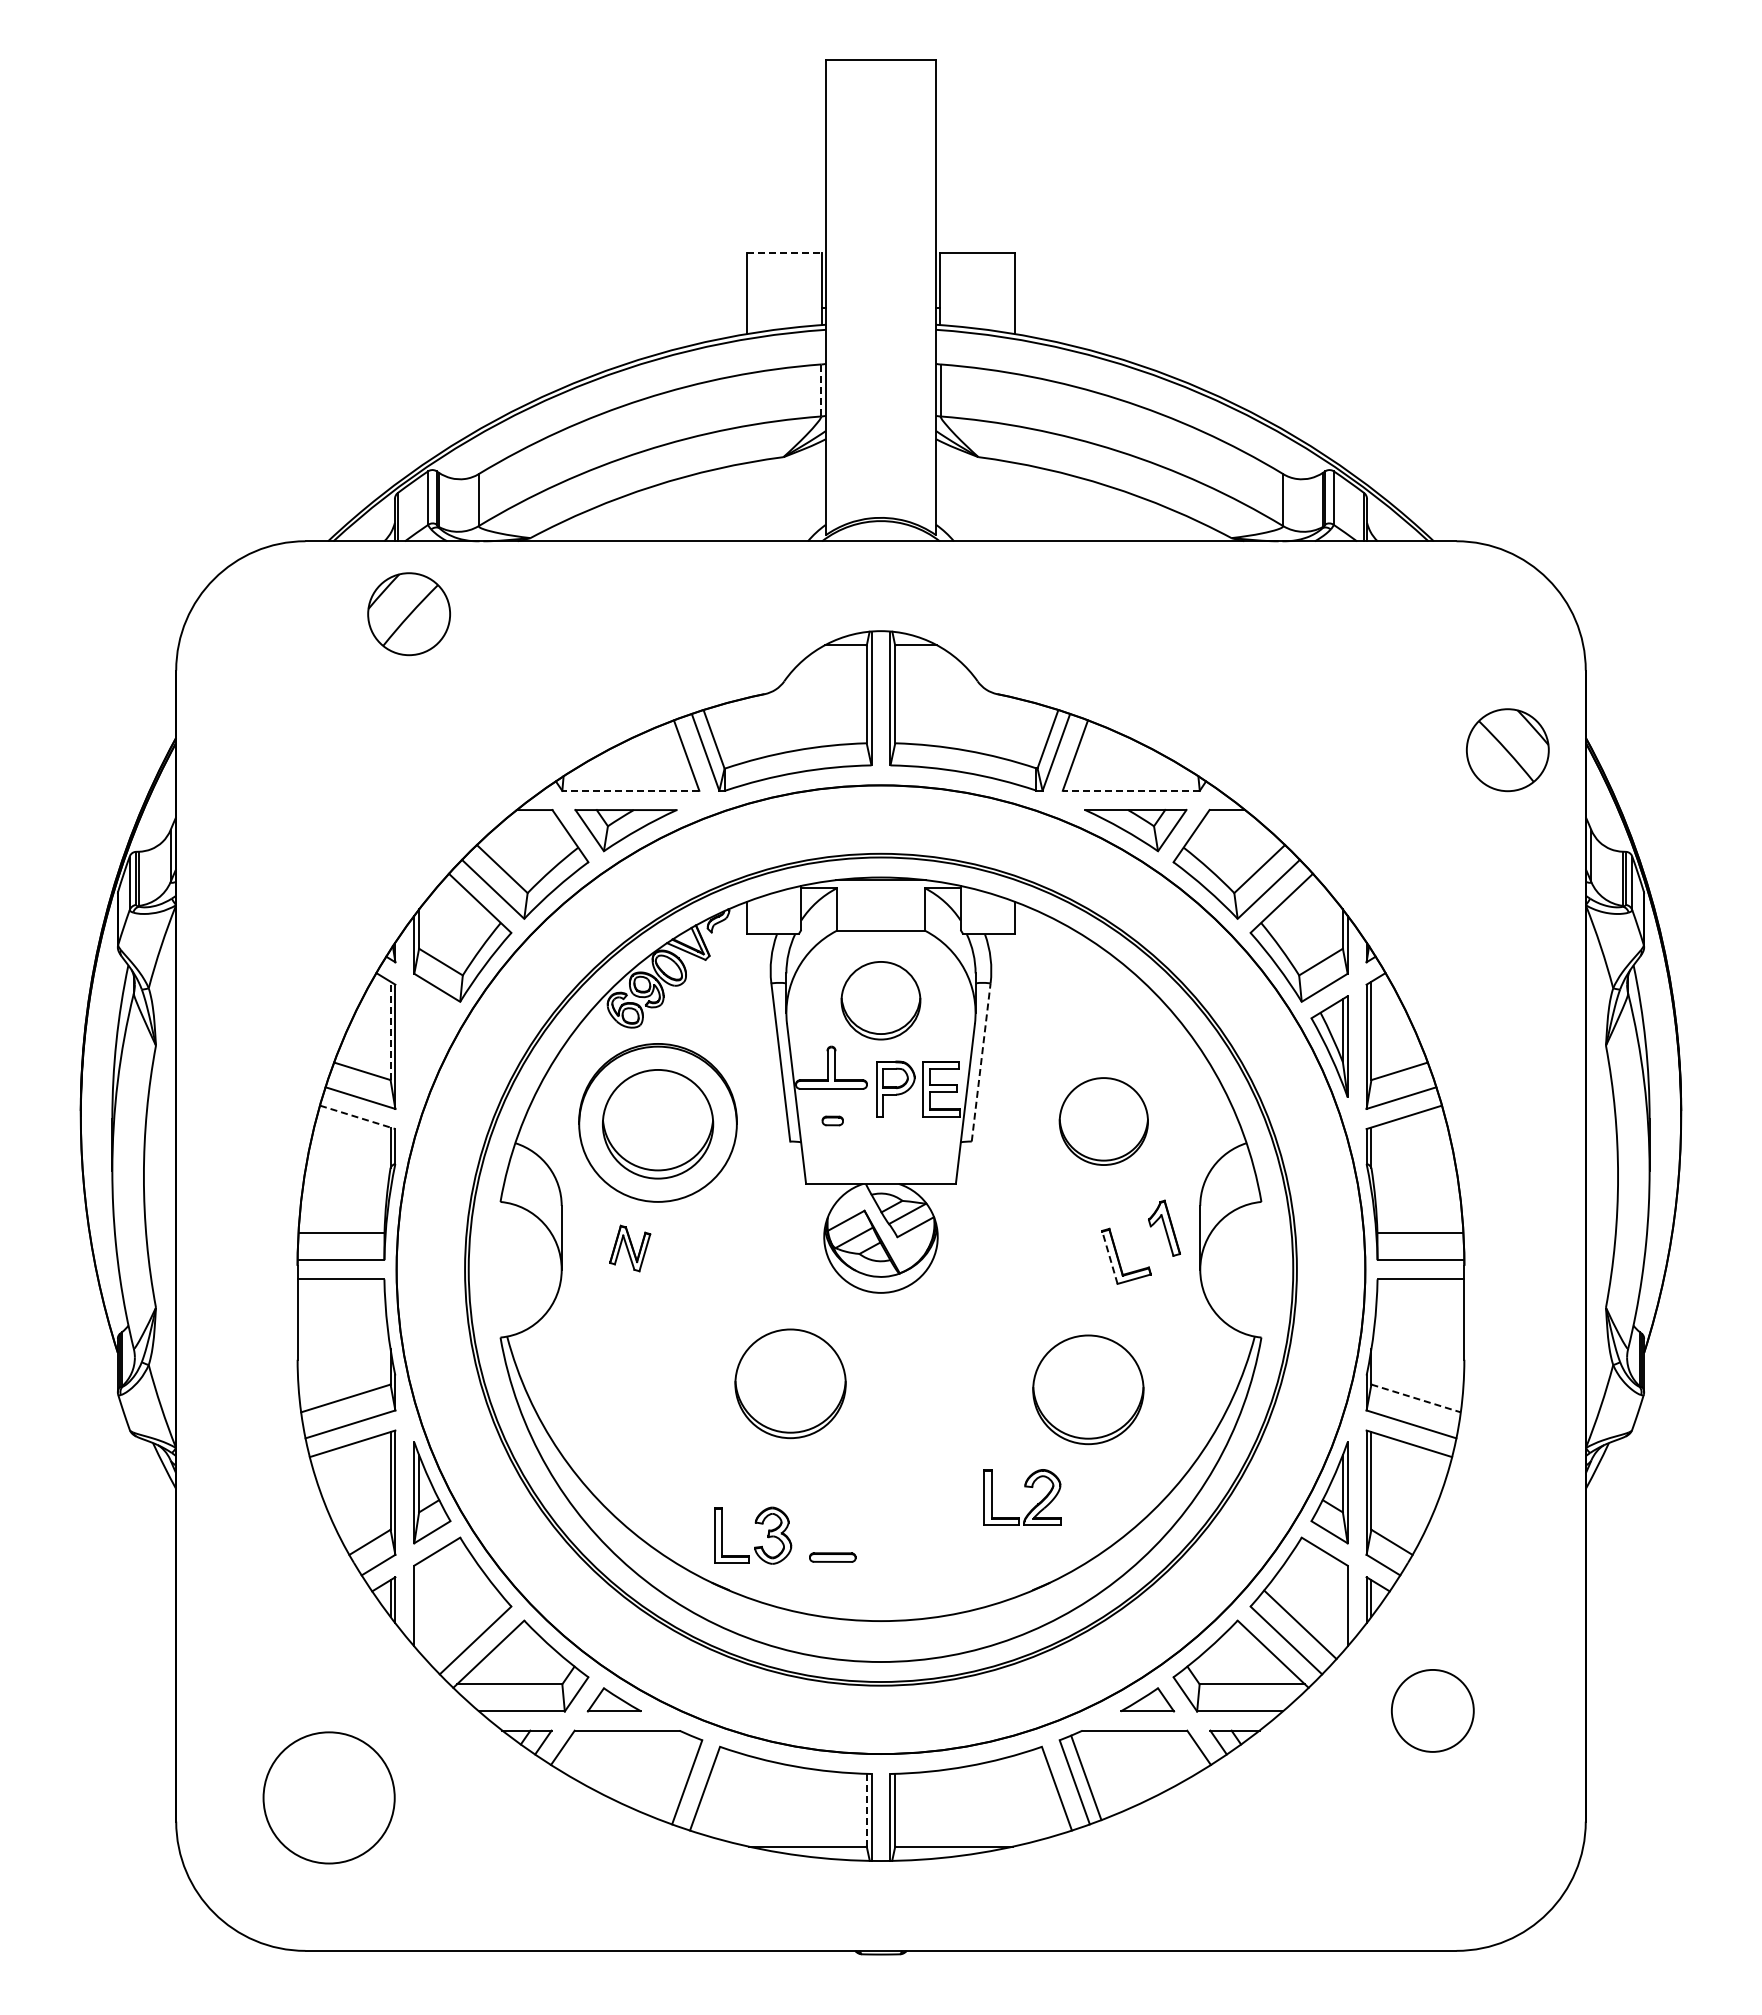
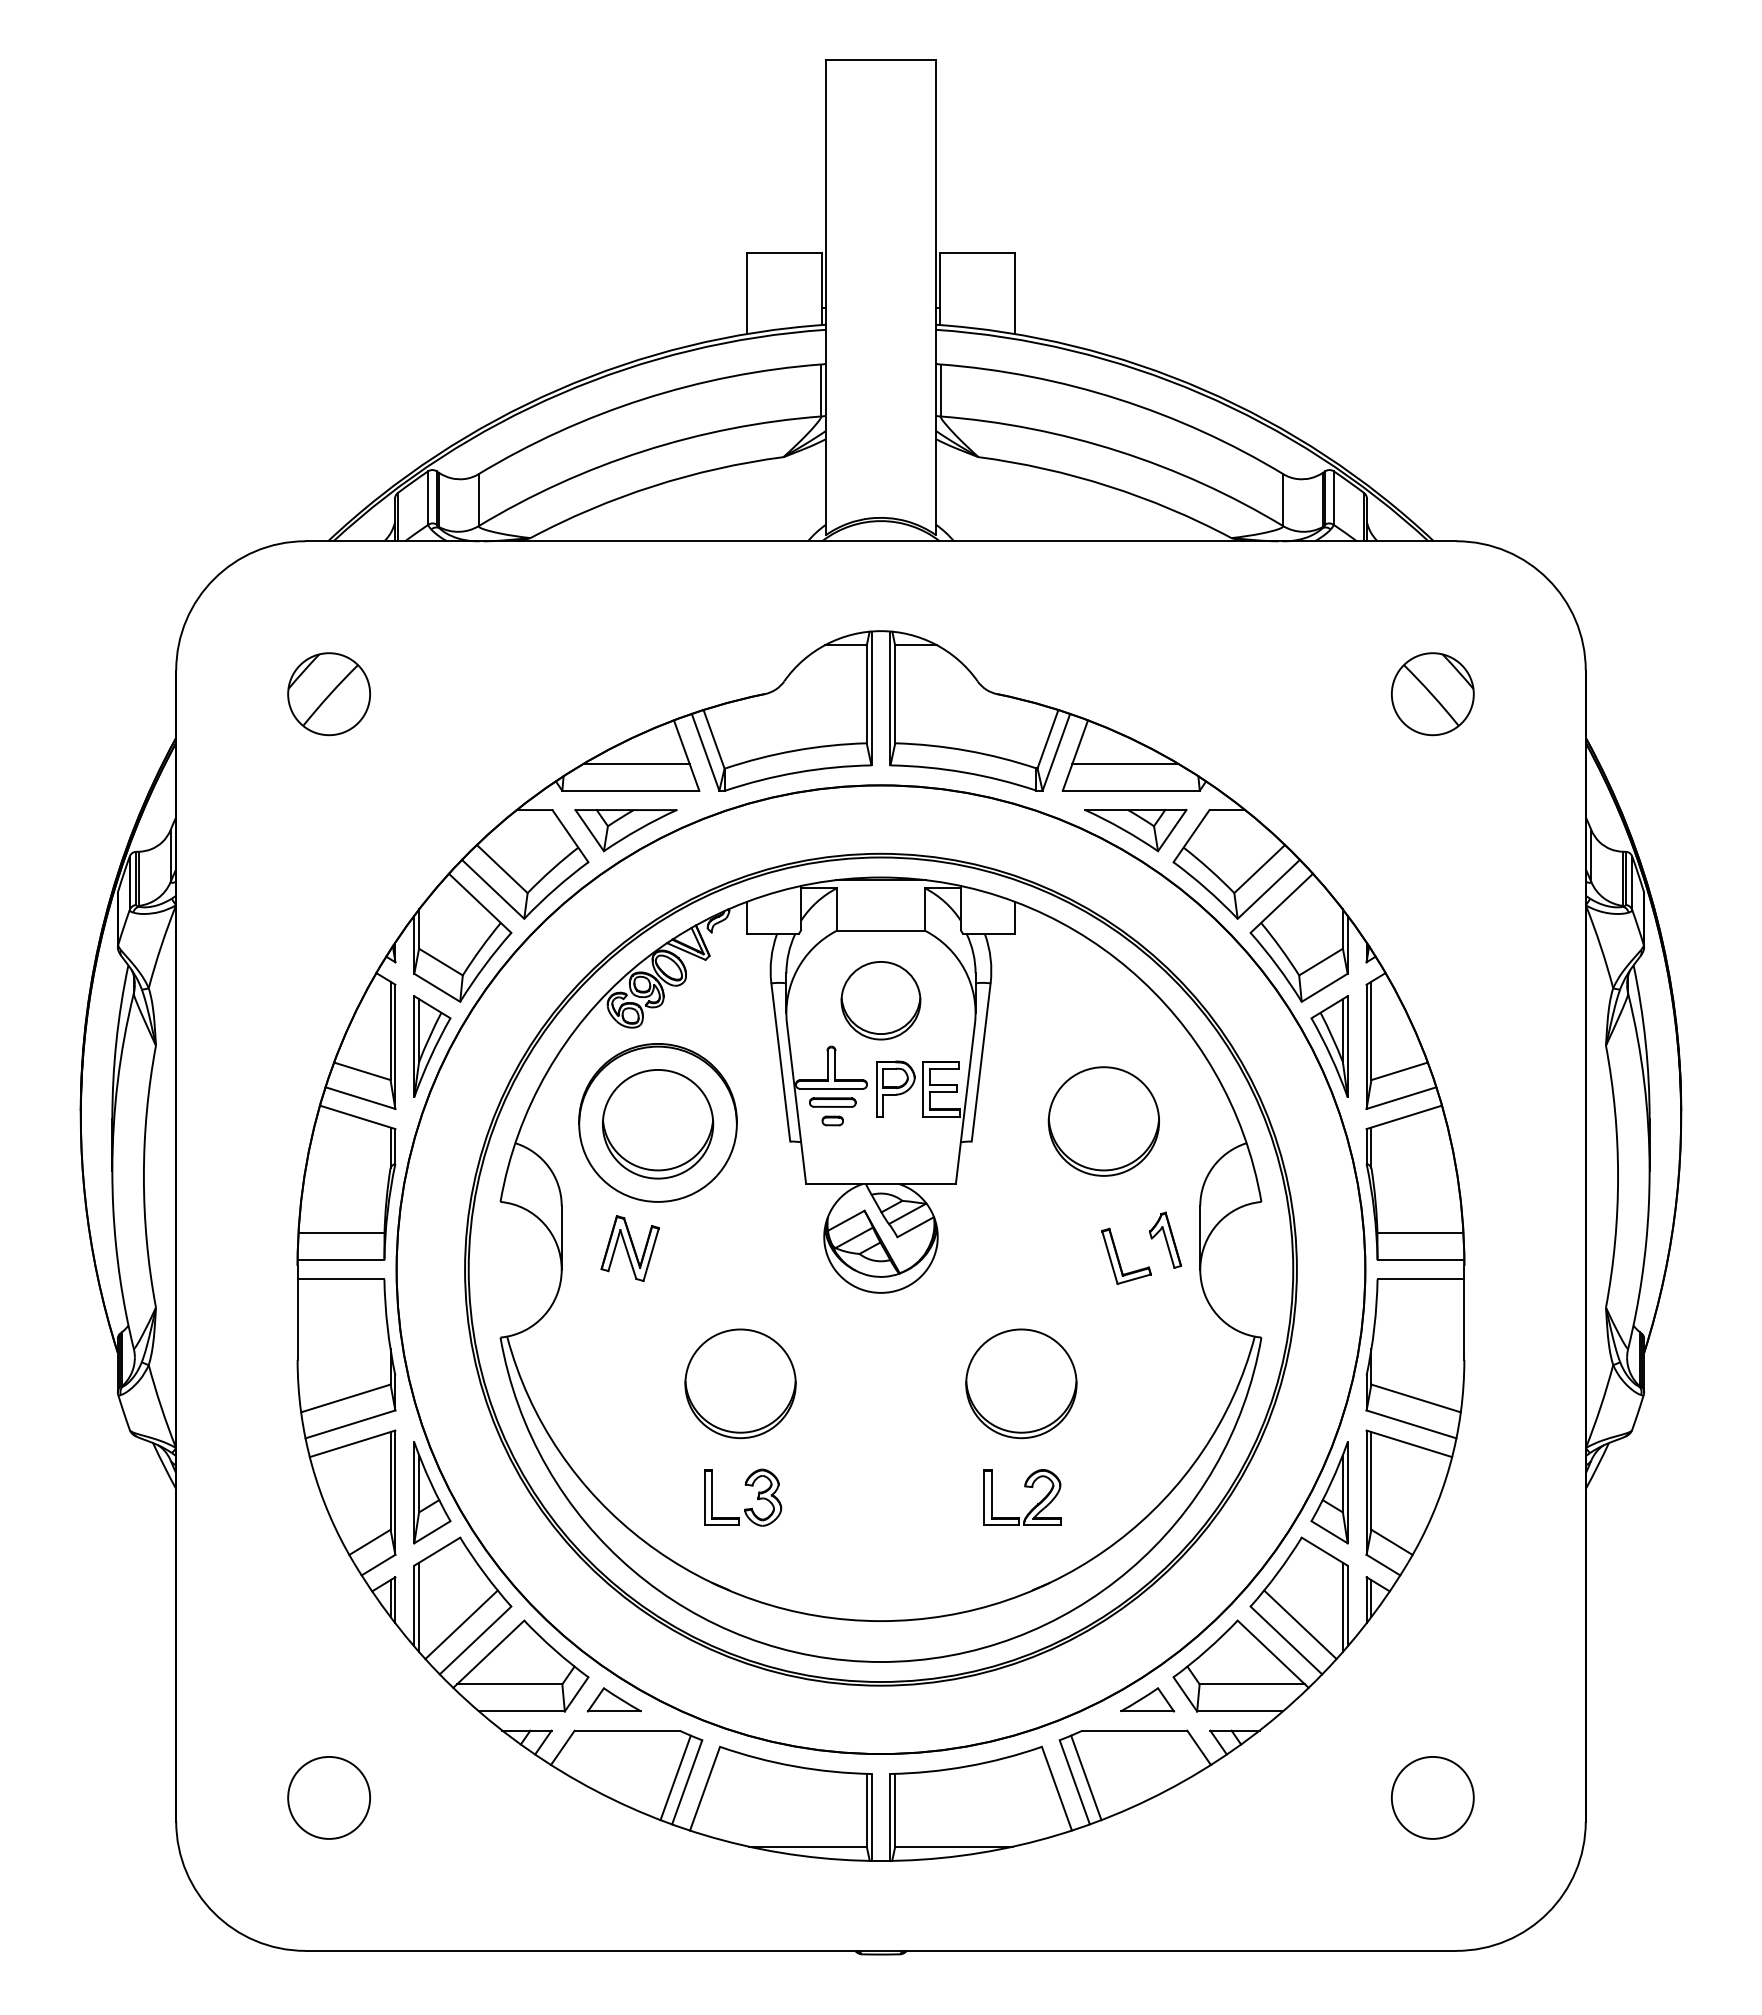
line at (784, 252): dashed -> solid
line at (821, 391): dashed -> solid
part at (408, 614) position: (408, 614) -> (328, 694)
part at (1507, 750) position: (1507, 750) -> (1432, 694)
line at (636, 763): none -> present
line at (1124, 763): none -> present
line at (630, 790): dashed -> solid
line at (1131, 790): dashed -> solid
line at (390, 1030): dashed -> solid
part at (432, 1046): none -> present
line at (981, 1062): dashed -> solid
line at (358, 1117): dashed -> solid
part at (1103, 1121) size: 91x89 px -> 113x111 px
part at (1164, 1227) position: (1164, 1227) -> (1165, 1239)
part at (630, 1248) size: 43x49 px -> 60x67 px
line at (1109, 1257): dashed -> solid
part at (790, 1383) position: (790, 1383) -> (740, 1383)
part at (1088, 1389) position: (1088, 1389) -> (1021, 1383)
line at (1416, 1398): dashed -> solid
part at (754, 1546) position: (754, 1546) -> (744, 1508)
part at (832, 1557) position: (832, 1557) -> (832, 1102)
line at (419, 1607): none -> present
line at (1342, 1607): none -> present
line at (461, 1624): none -> present
circle at (1432, 1710) position: (1432, 1710) -> (1432, 1797)
line at (675, 1777): none -> present
circle at (328, 1797) diameter: 131 px -> 82 px
line at (866, 1809): dashed -> solid
